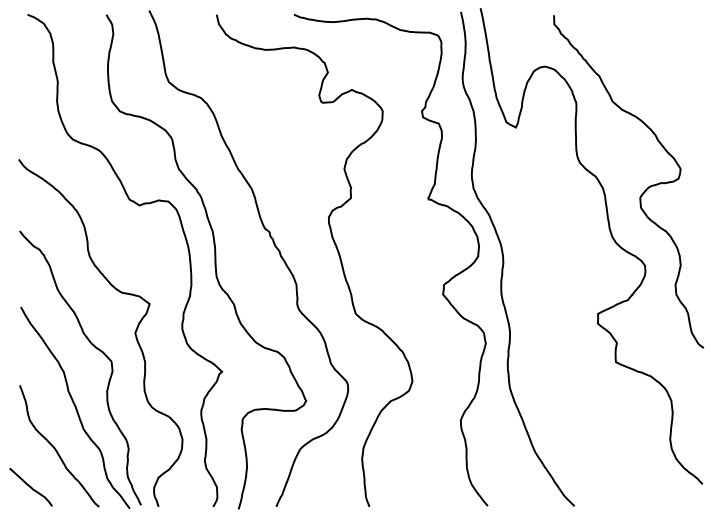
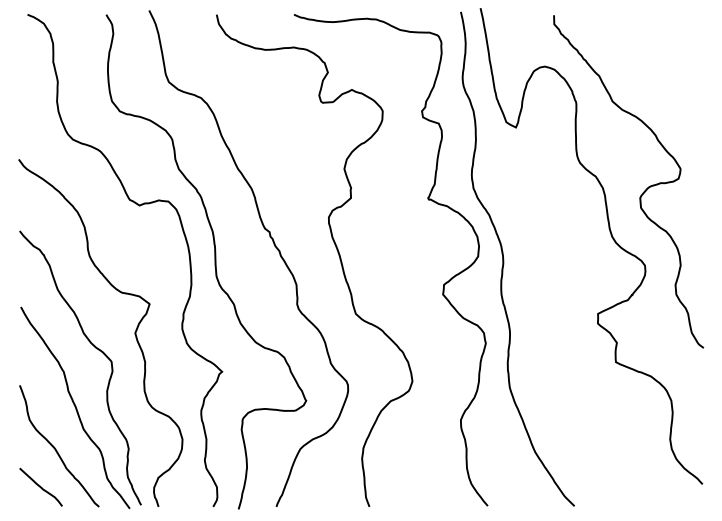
curve at (30, 486) position: (30, 486) -> (40, 486)
